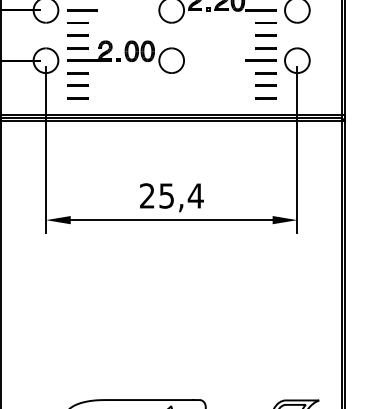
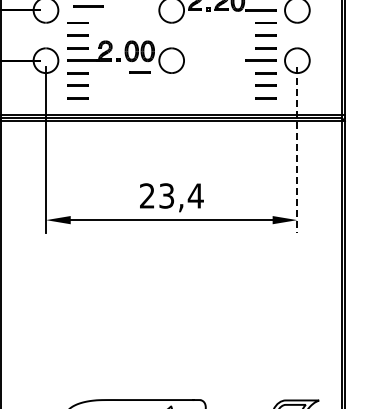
line at (82, 10) position: (82, 10) -> (88, 6)
line at (139, 72): none -> present
line at (297, 149): solid -> dashed
text at (167, 195): 25,4 -> 23,4
